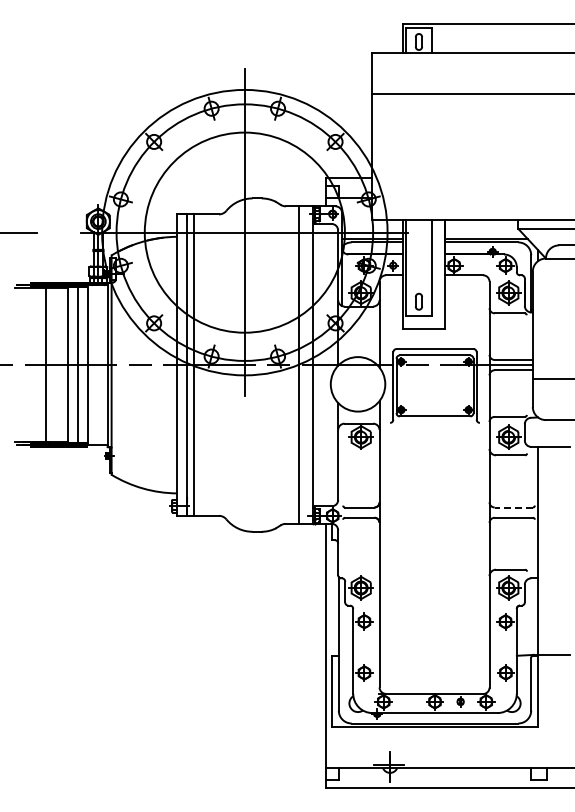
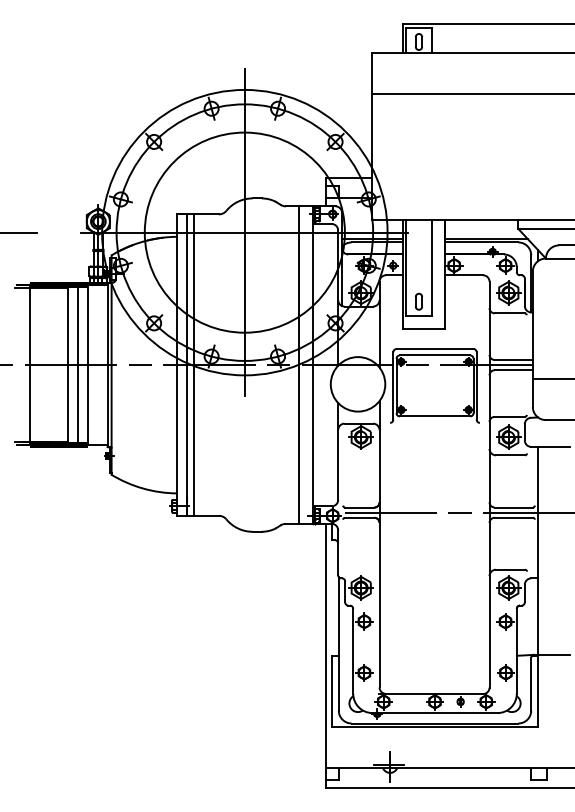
line at (46, 364) position: (46, 364) -> (30, 364)
line at (513, 507): dashed -> solid
line at (457, 512): none -> present
